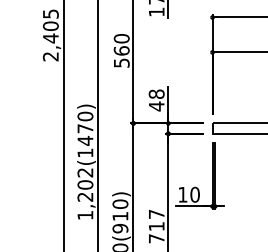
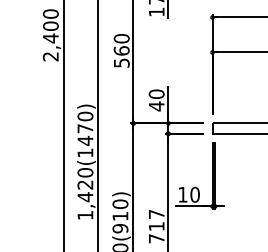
text at (50, 13): 2,405 -> 2,400
text at (156, 93): 48 -> 40
text at (85, 185): 1,202(1470) -> 1,420(1470)
